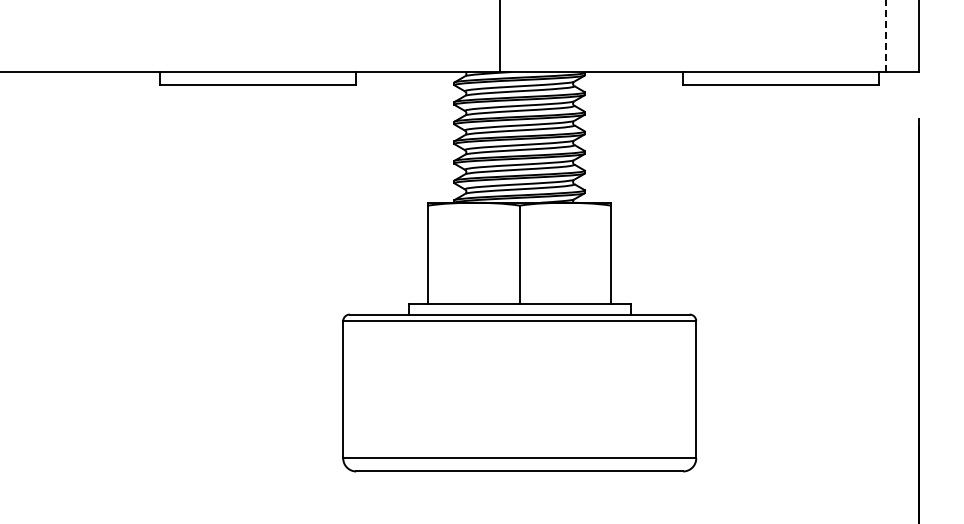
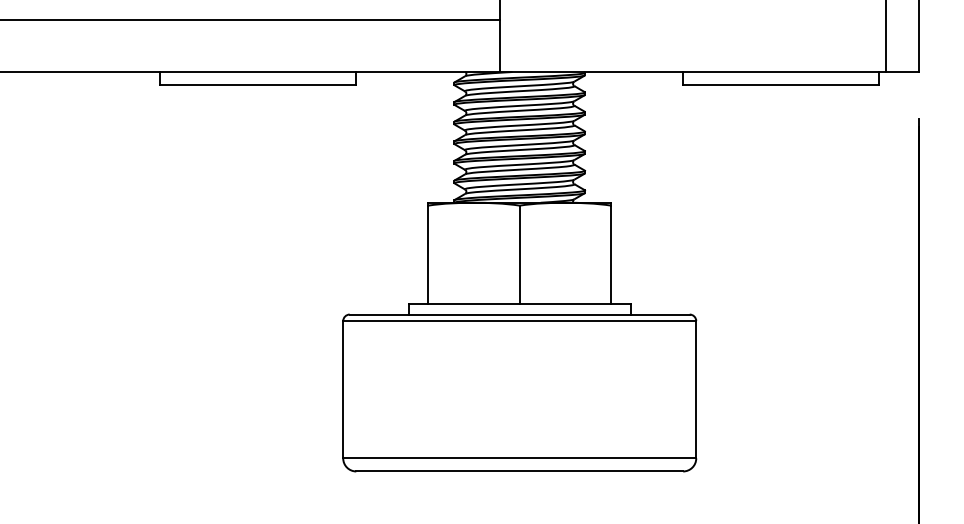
line at (251, 19): none -> present
line at (885, 35): dashed -> solid
